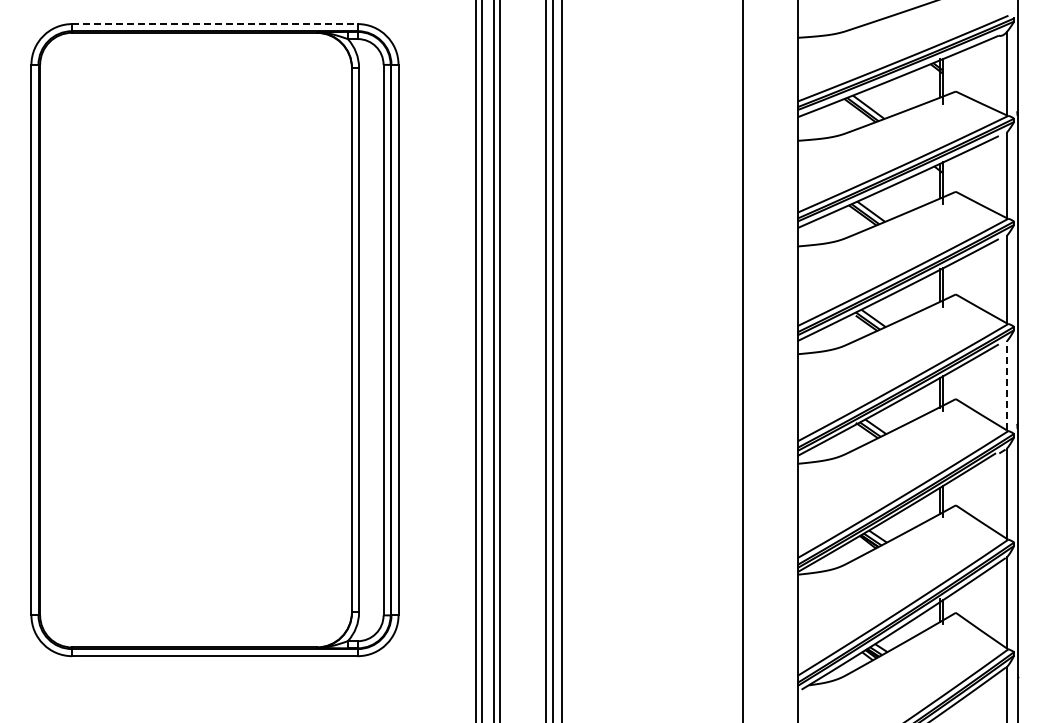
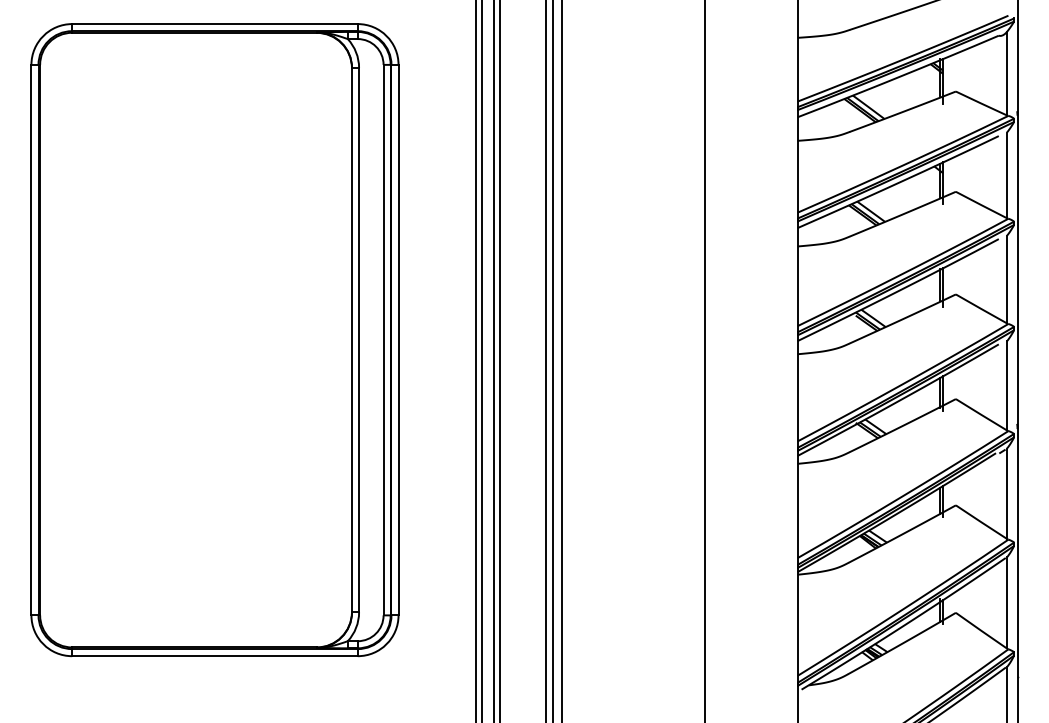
line at (214, 24): dashed -> solid
line at (743, 360) position: (743, 360) -> (705, 360)
line at (1006, 385): dashed -> solid
